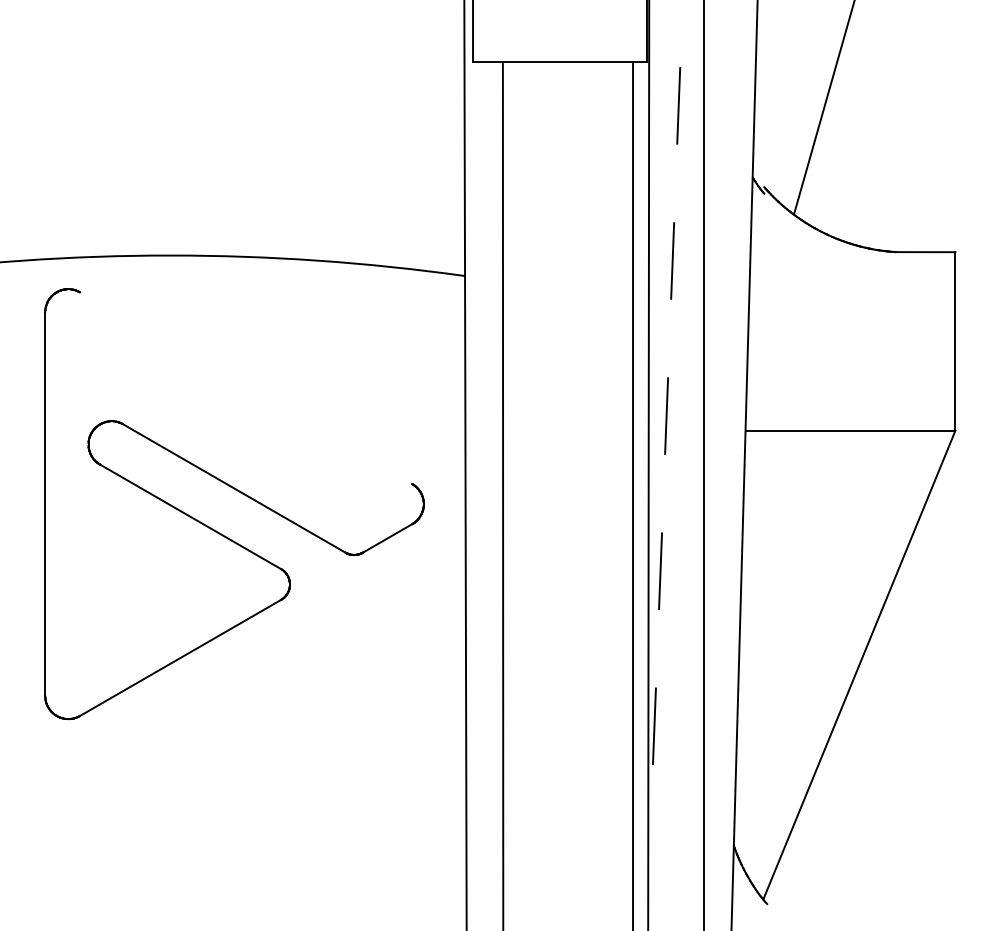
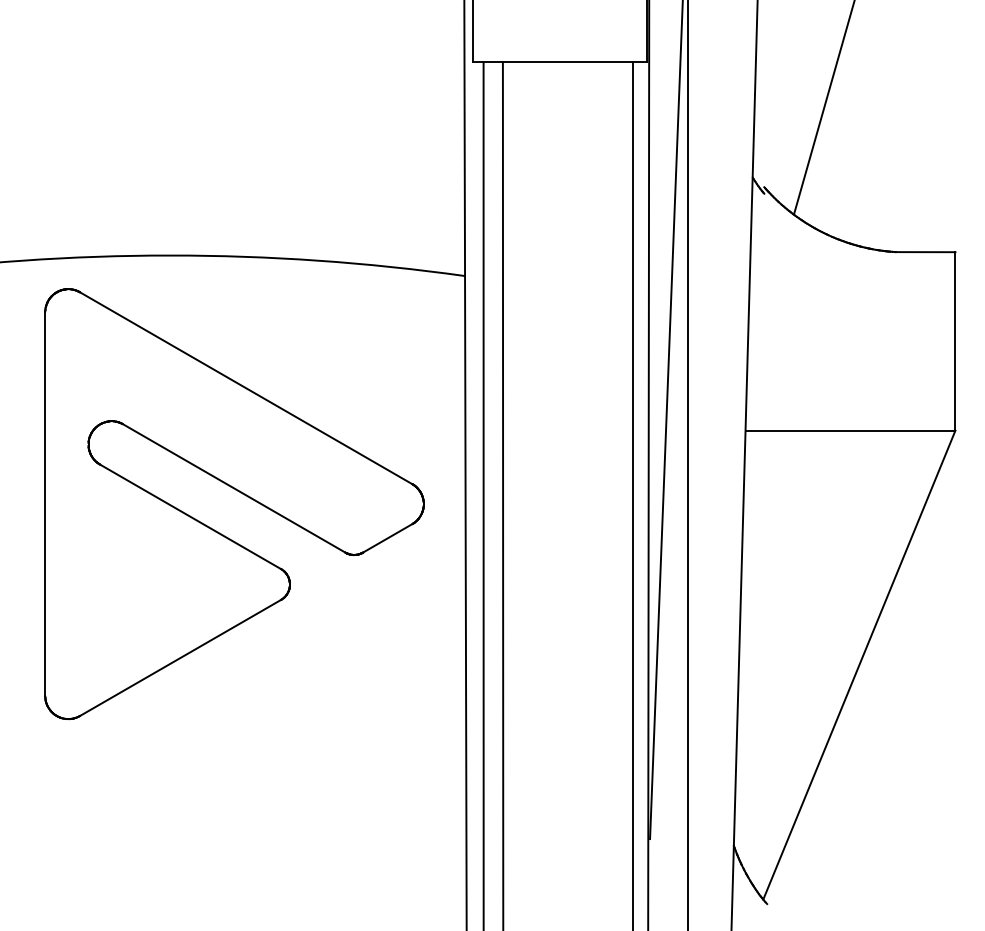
line at (246, 388): none -> present
line at (666, 420): dashed -> solid
line at (703, 464) position: (703, 464) -> (687, 464)
line at (483, 494): none -> present
